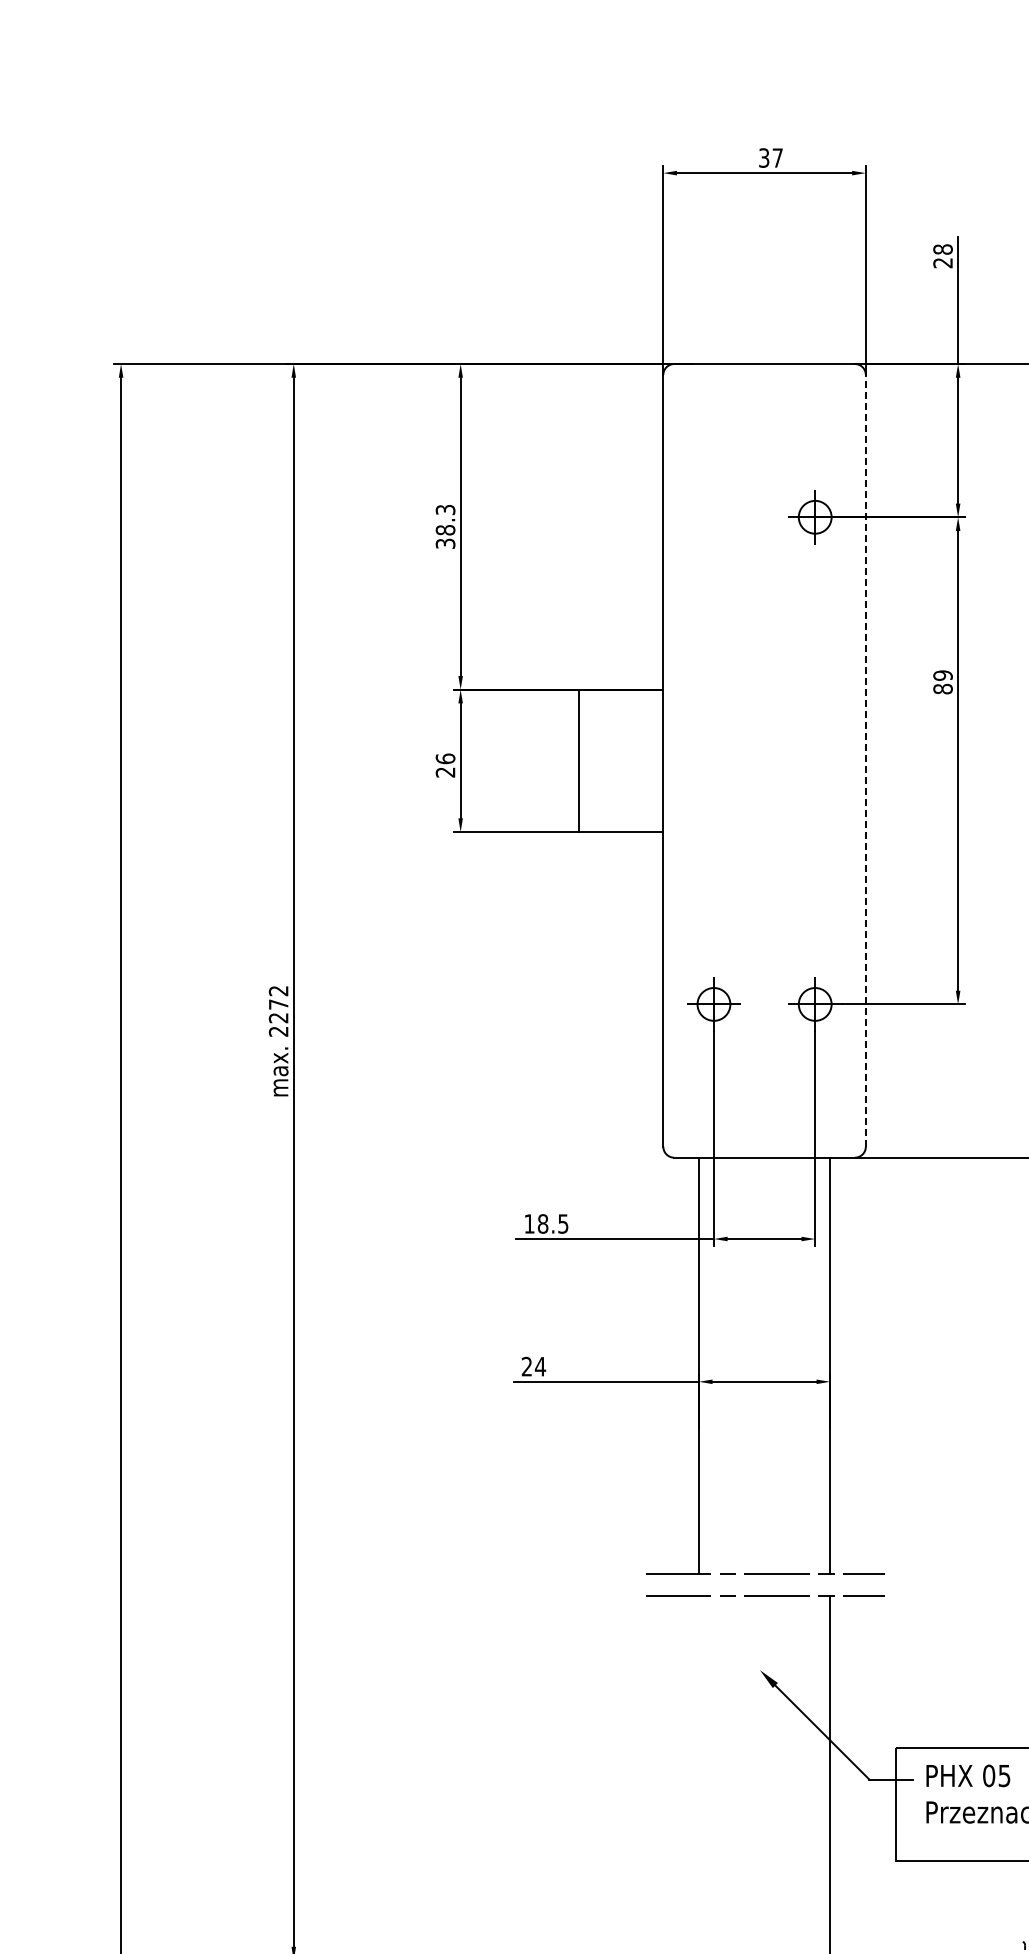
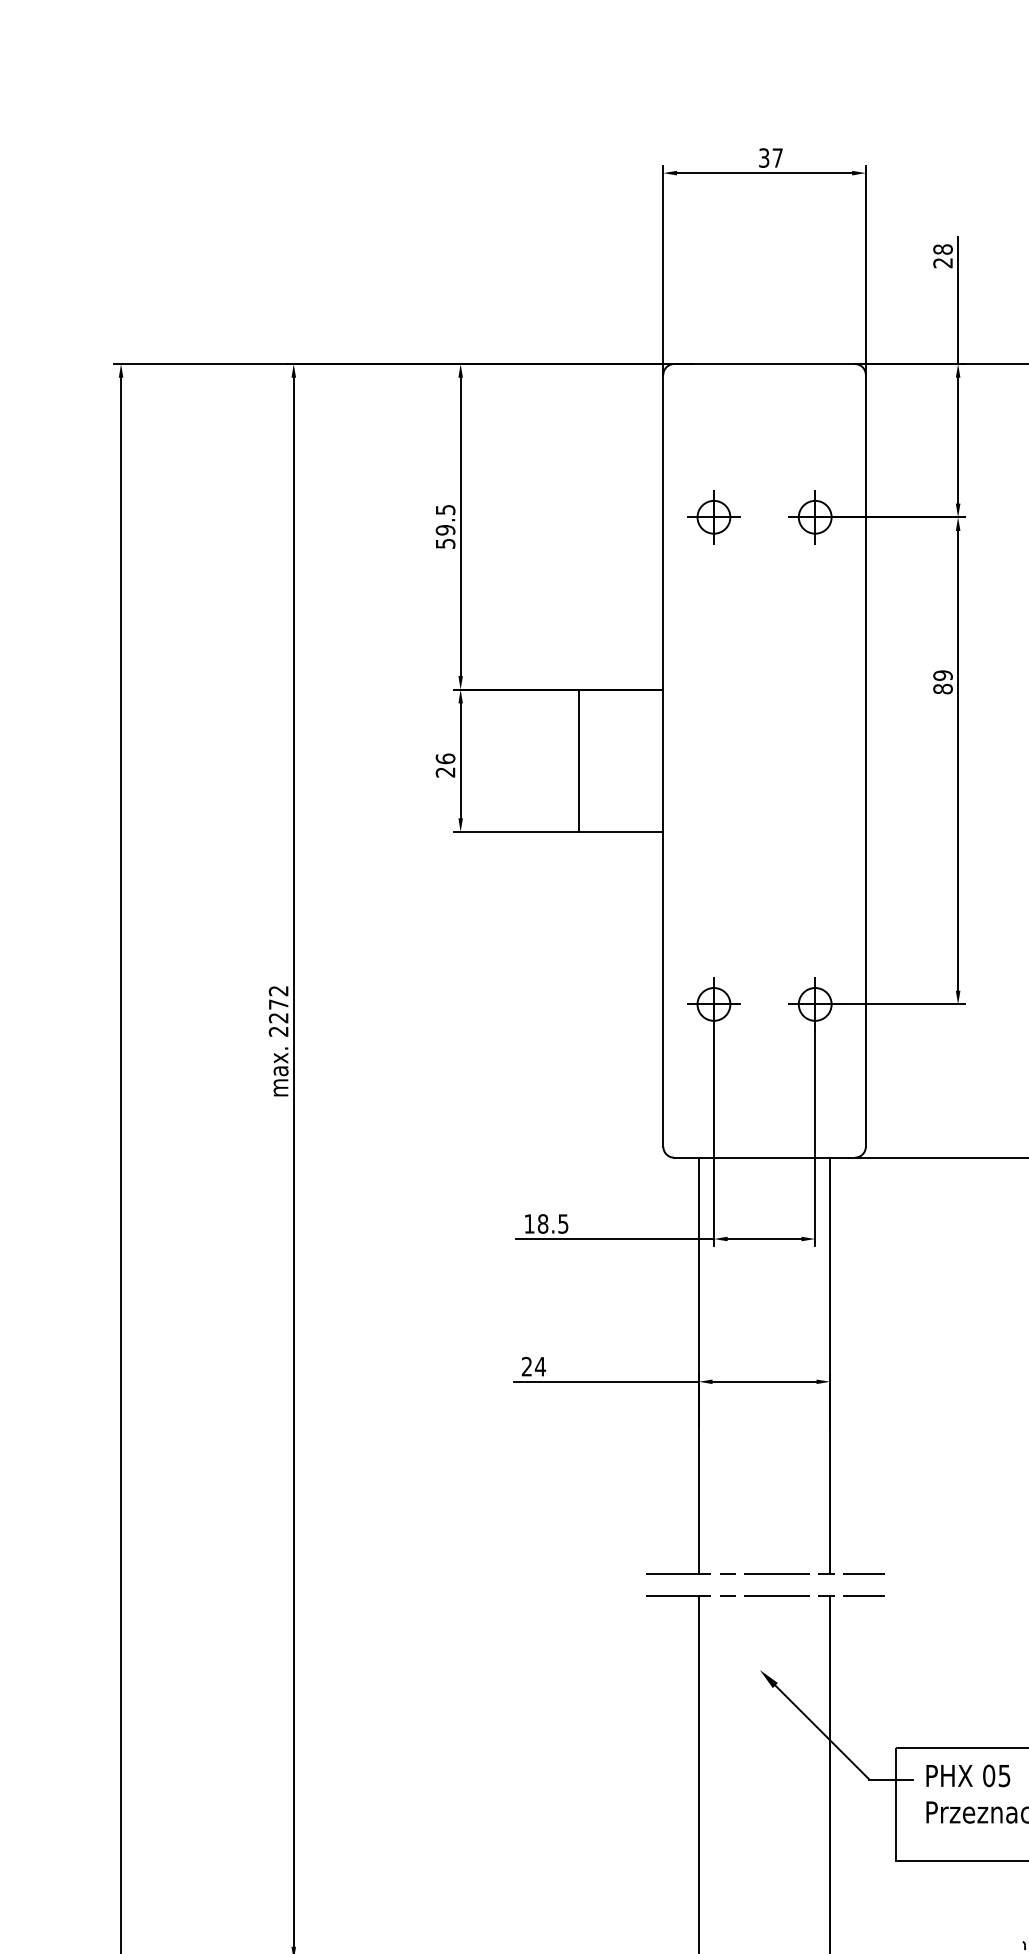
part at (713, 517): none -> present
text at (445, 526): 38.3 -> 59.5
line at (865, 760): dashed -> solid
line at (698, 1772): none -> present
